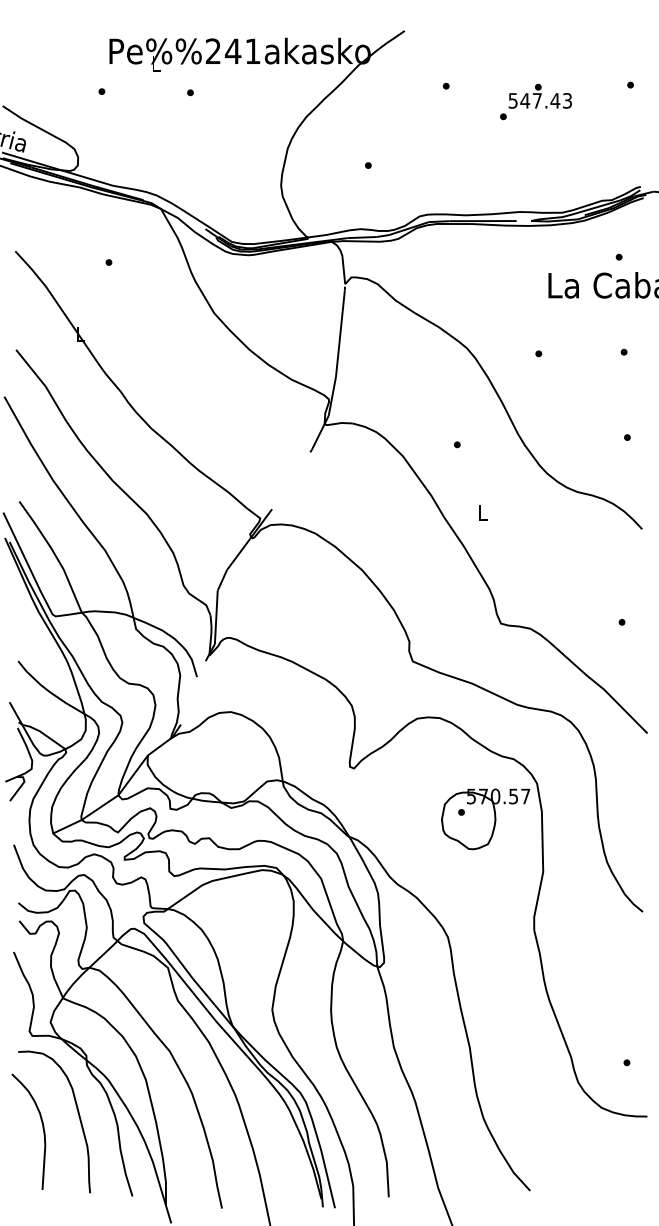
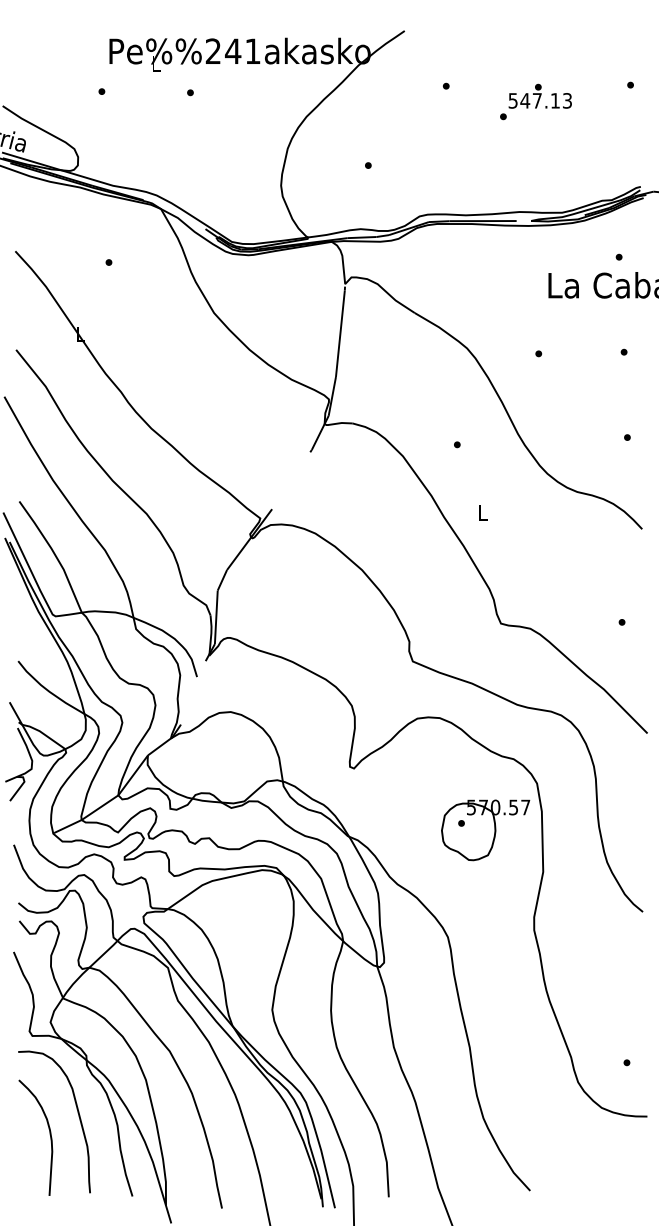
text at (555, 100): 547.43 -> 547.13
part at (485, 819) position: (485, 819) -> (485, 830)
curve at (42, 1128) position: (42, 1128) -> (49, 1134)
